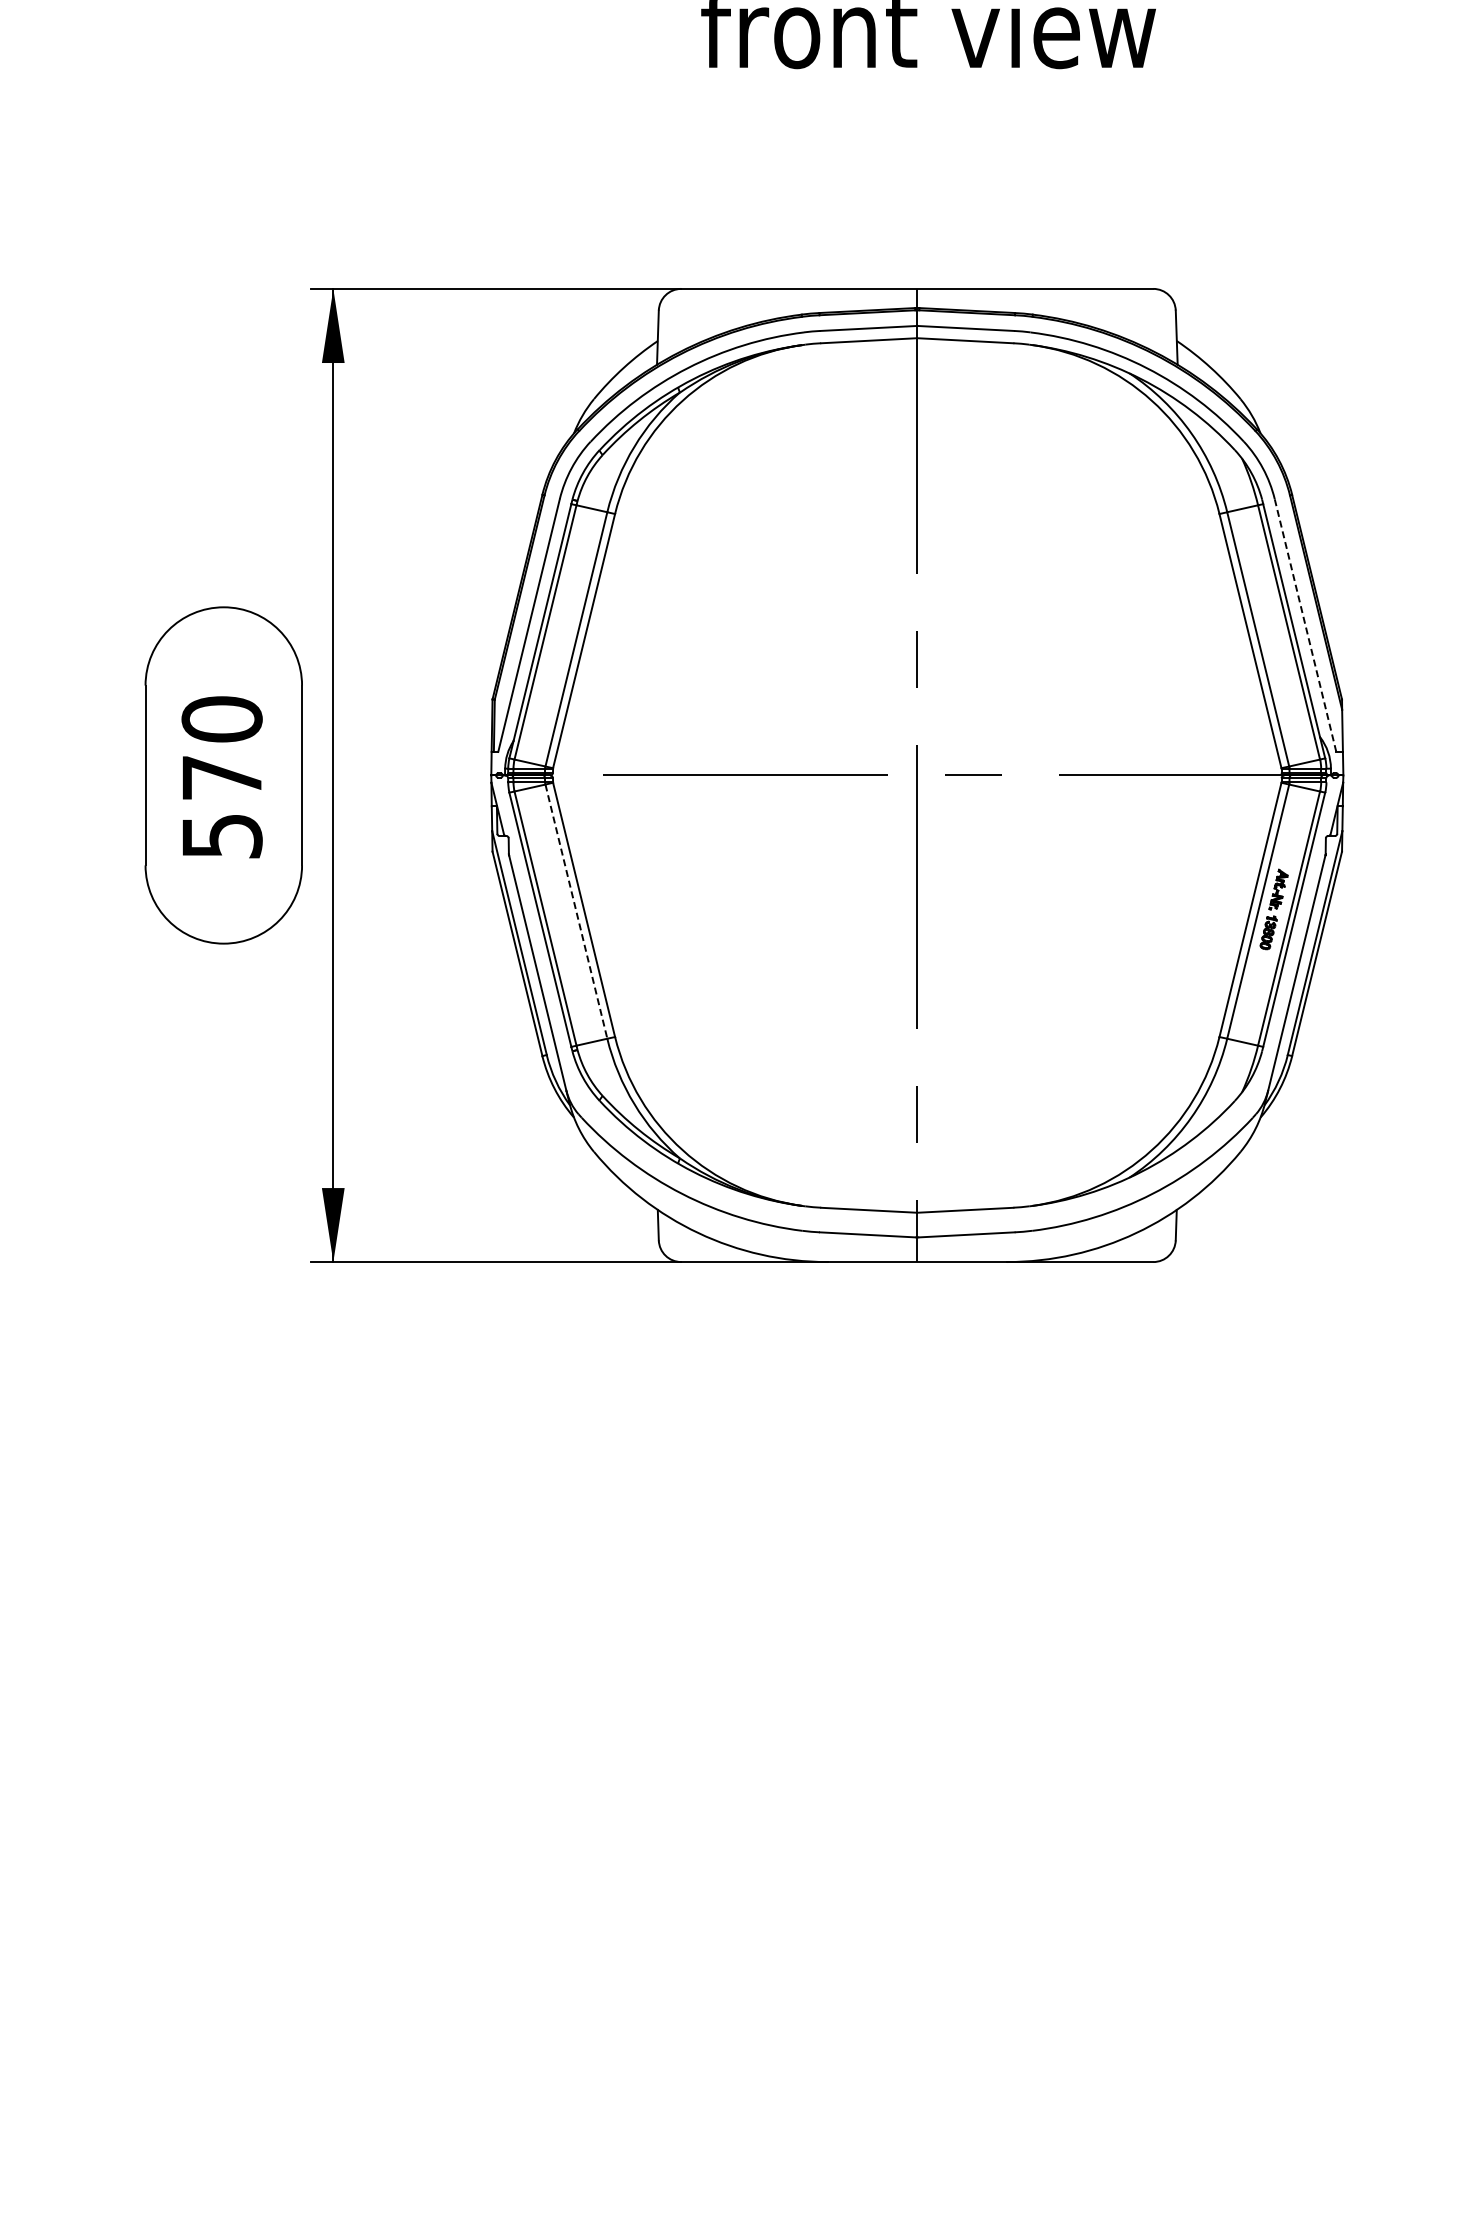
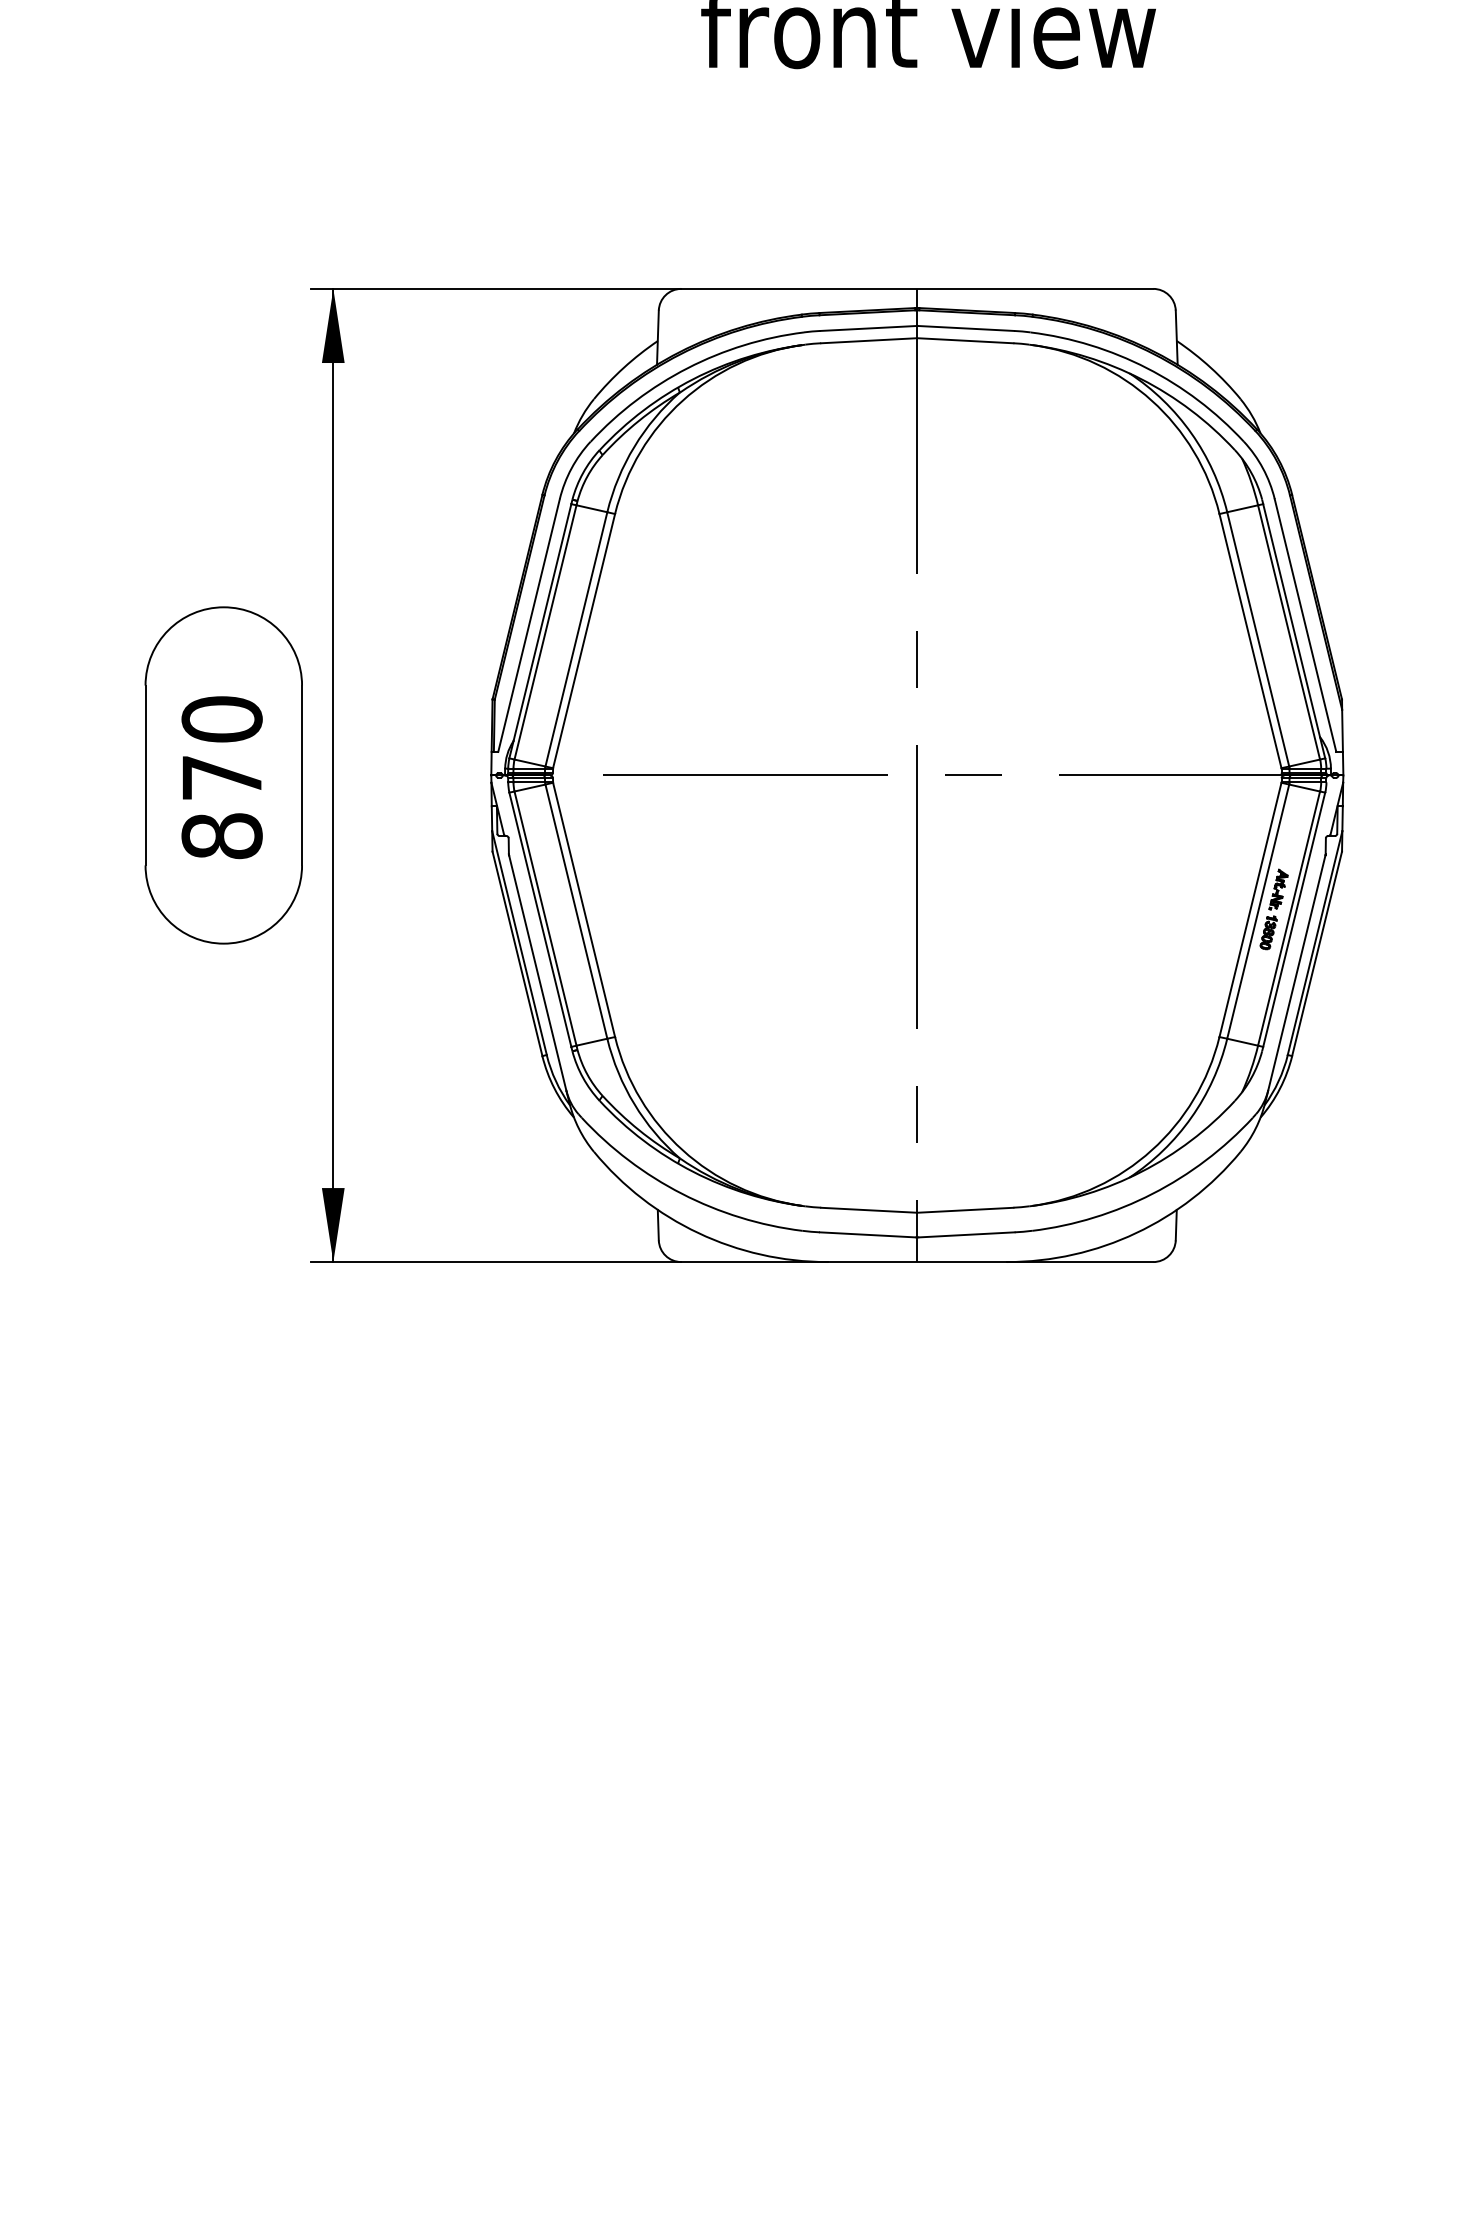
line at (1305, 625): dashed -> solid
text at (221, 836): 570 -> 870
line at (576, 911): dashed -> solid
